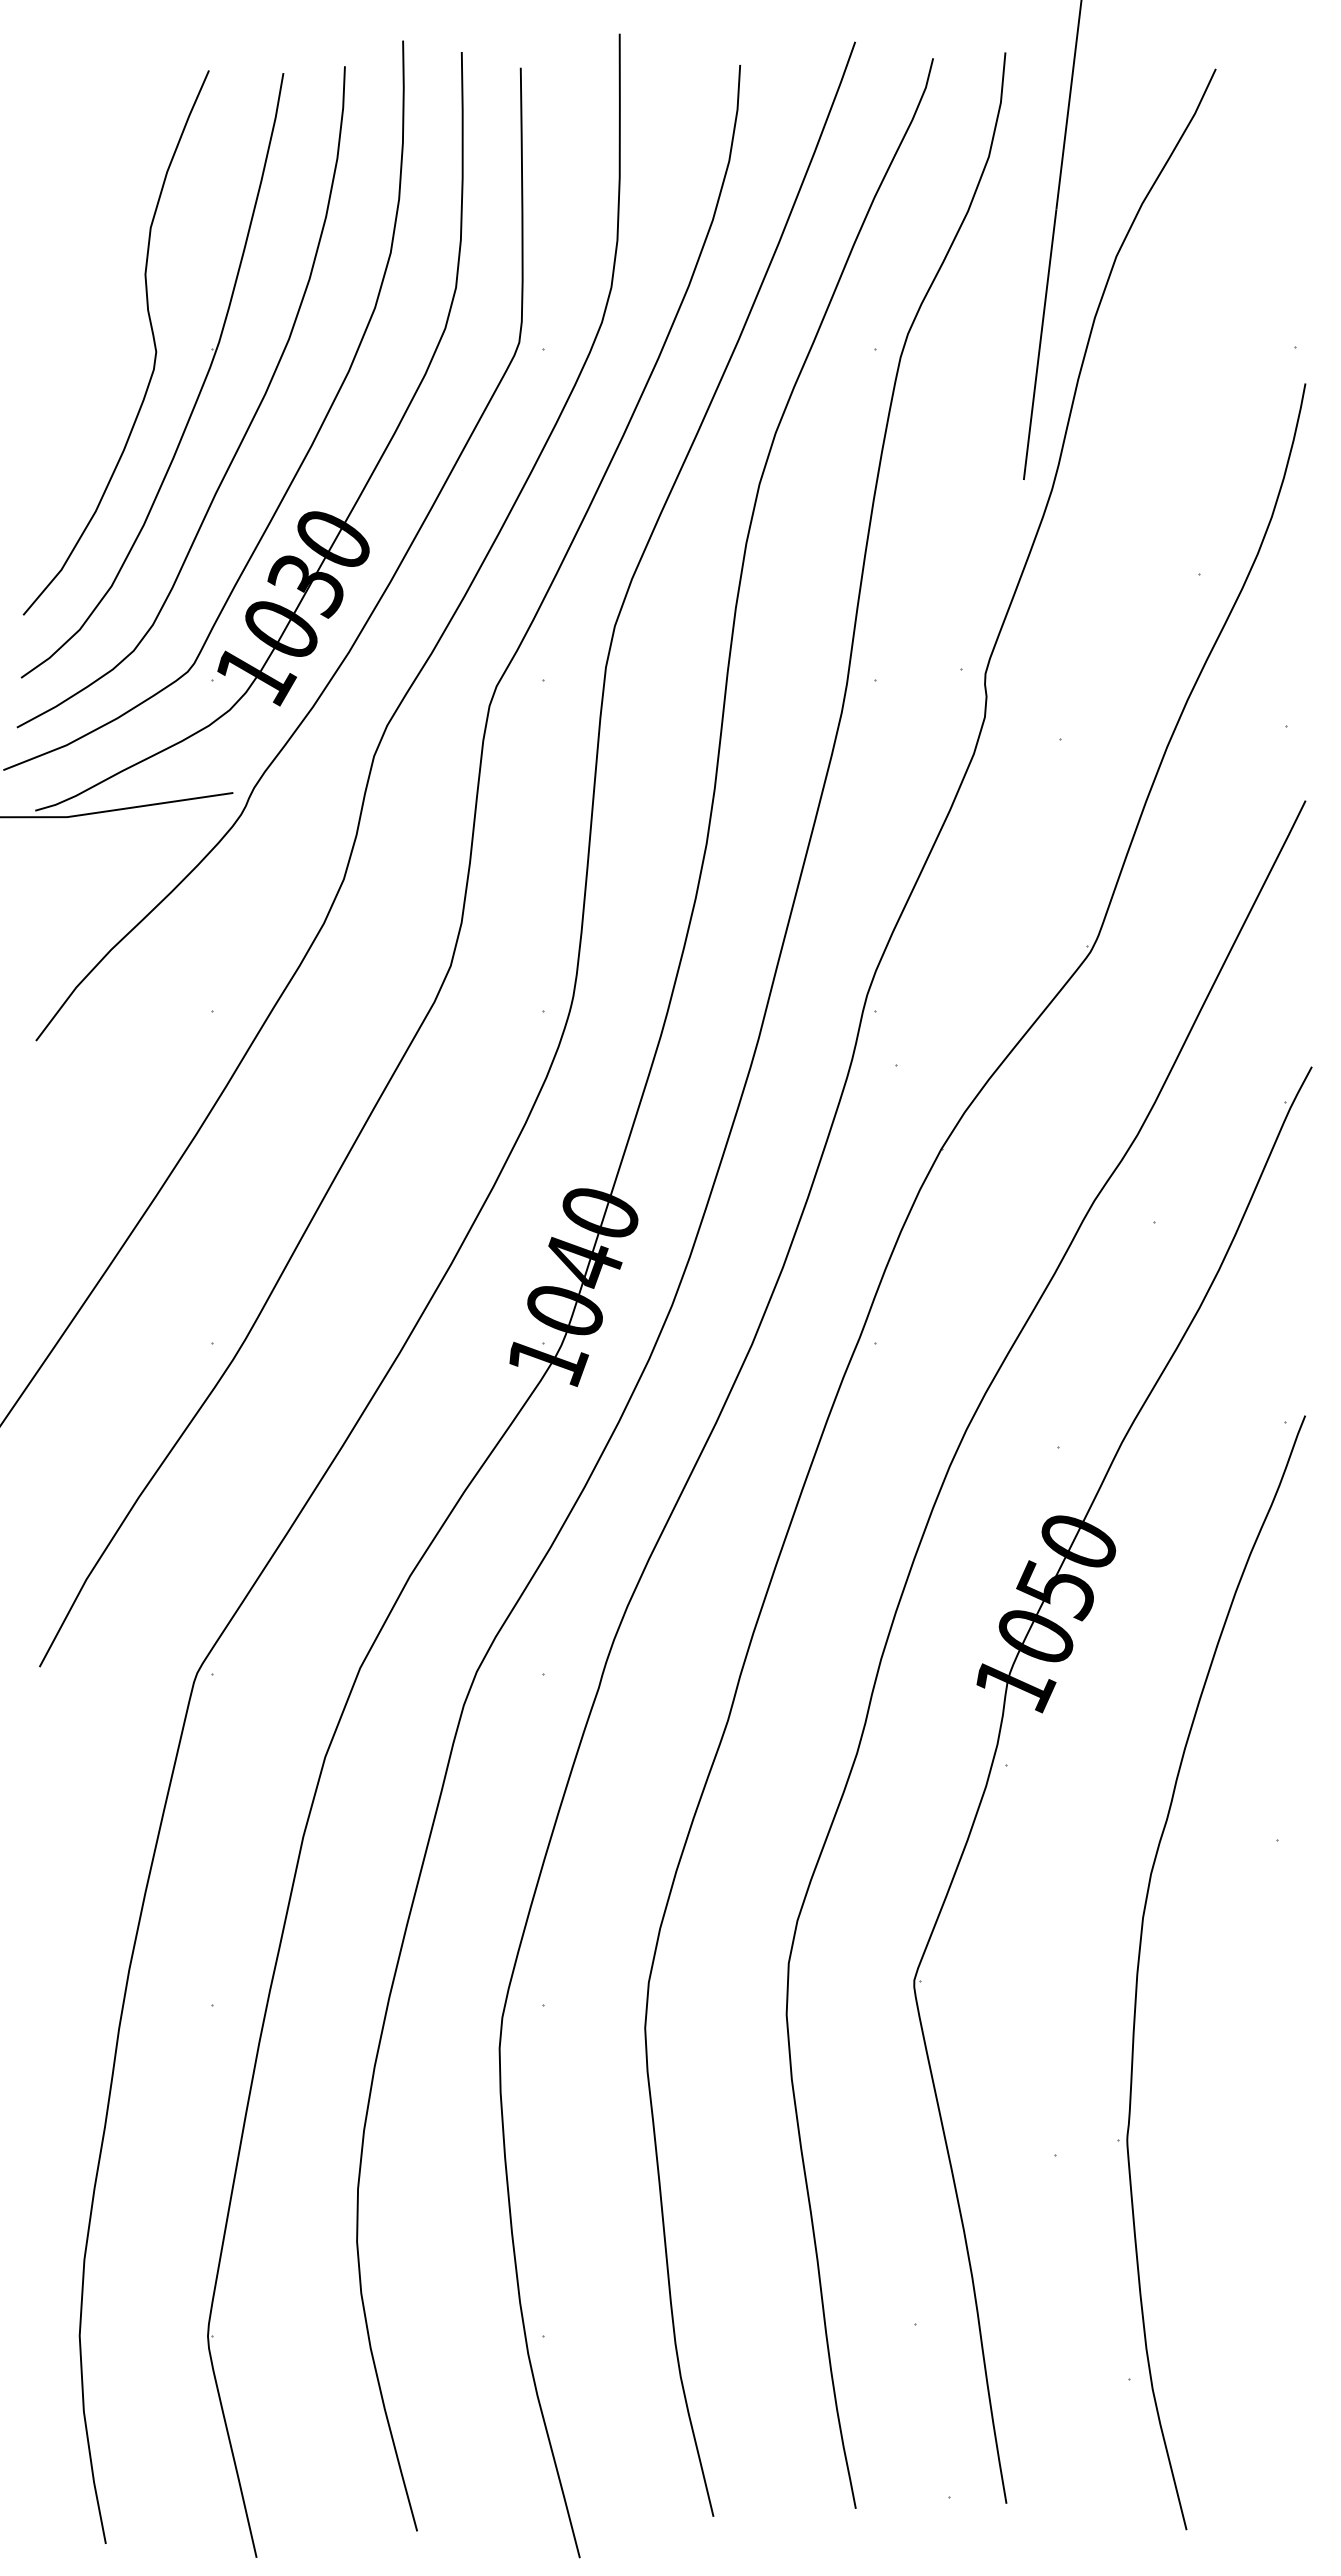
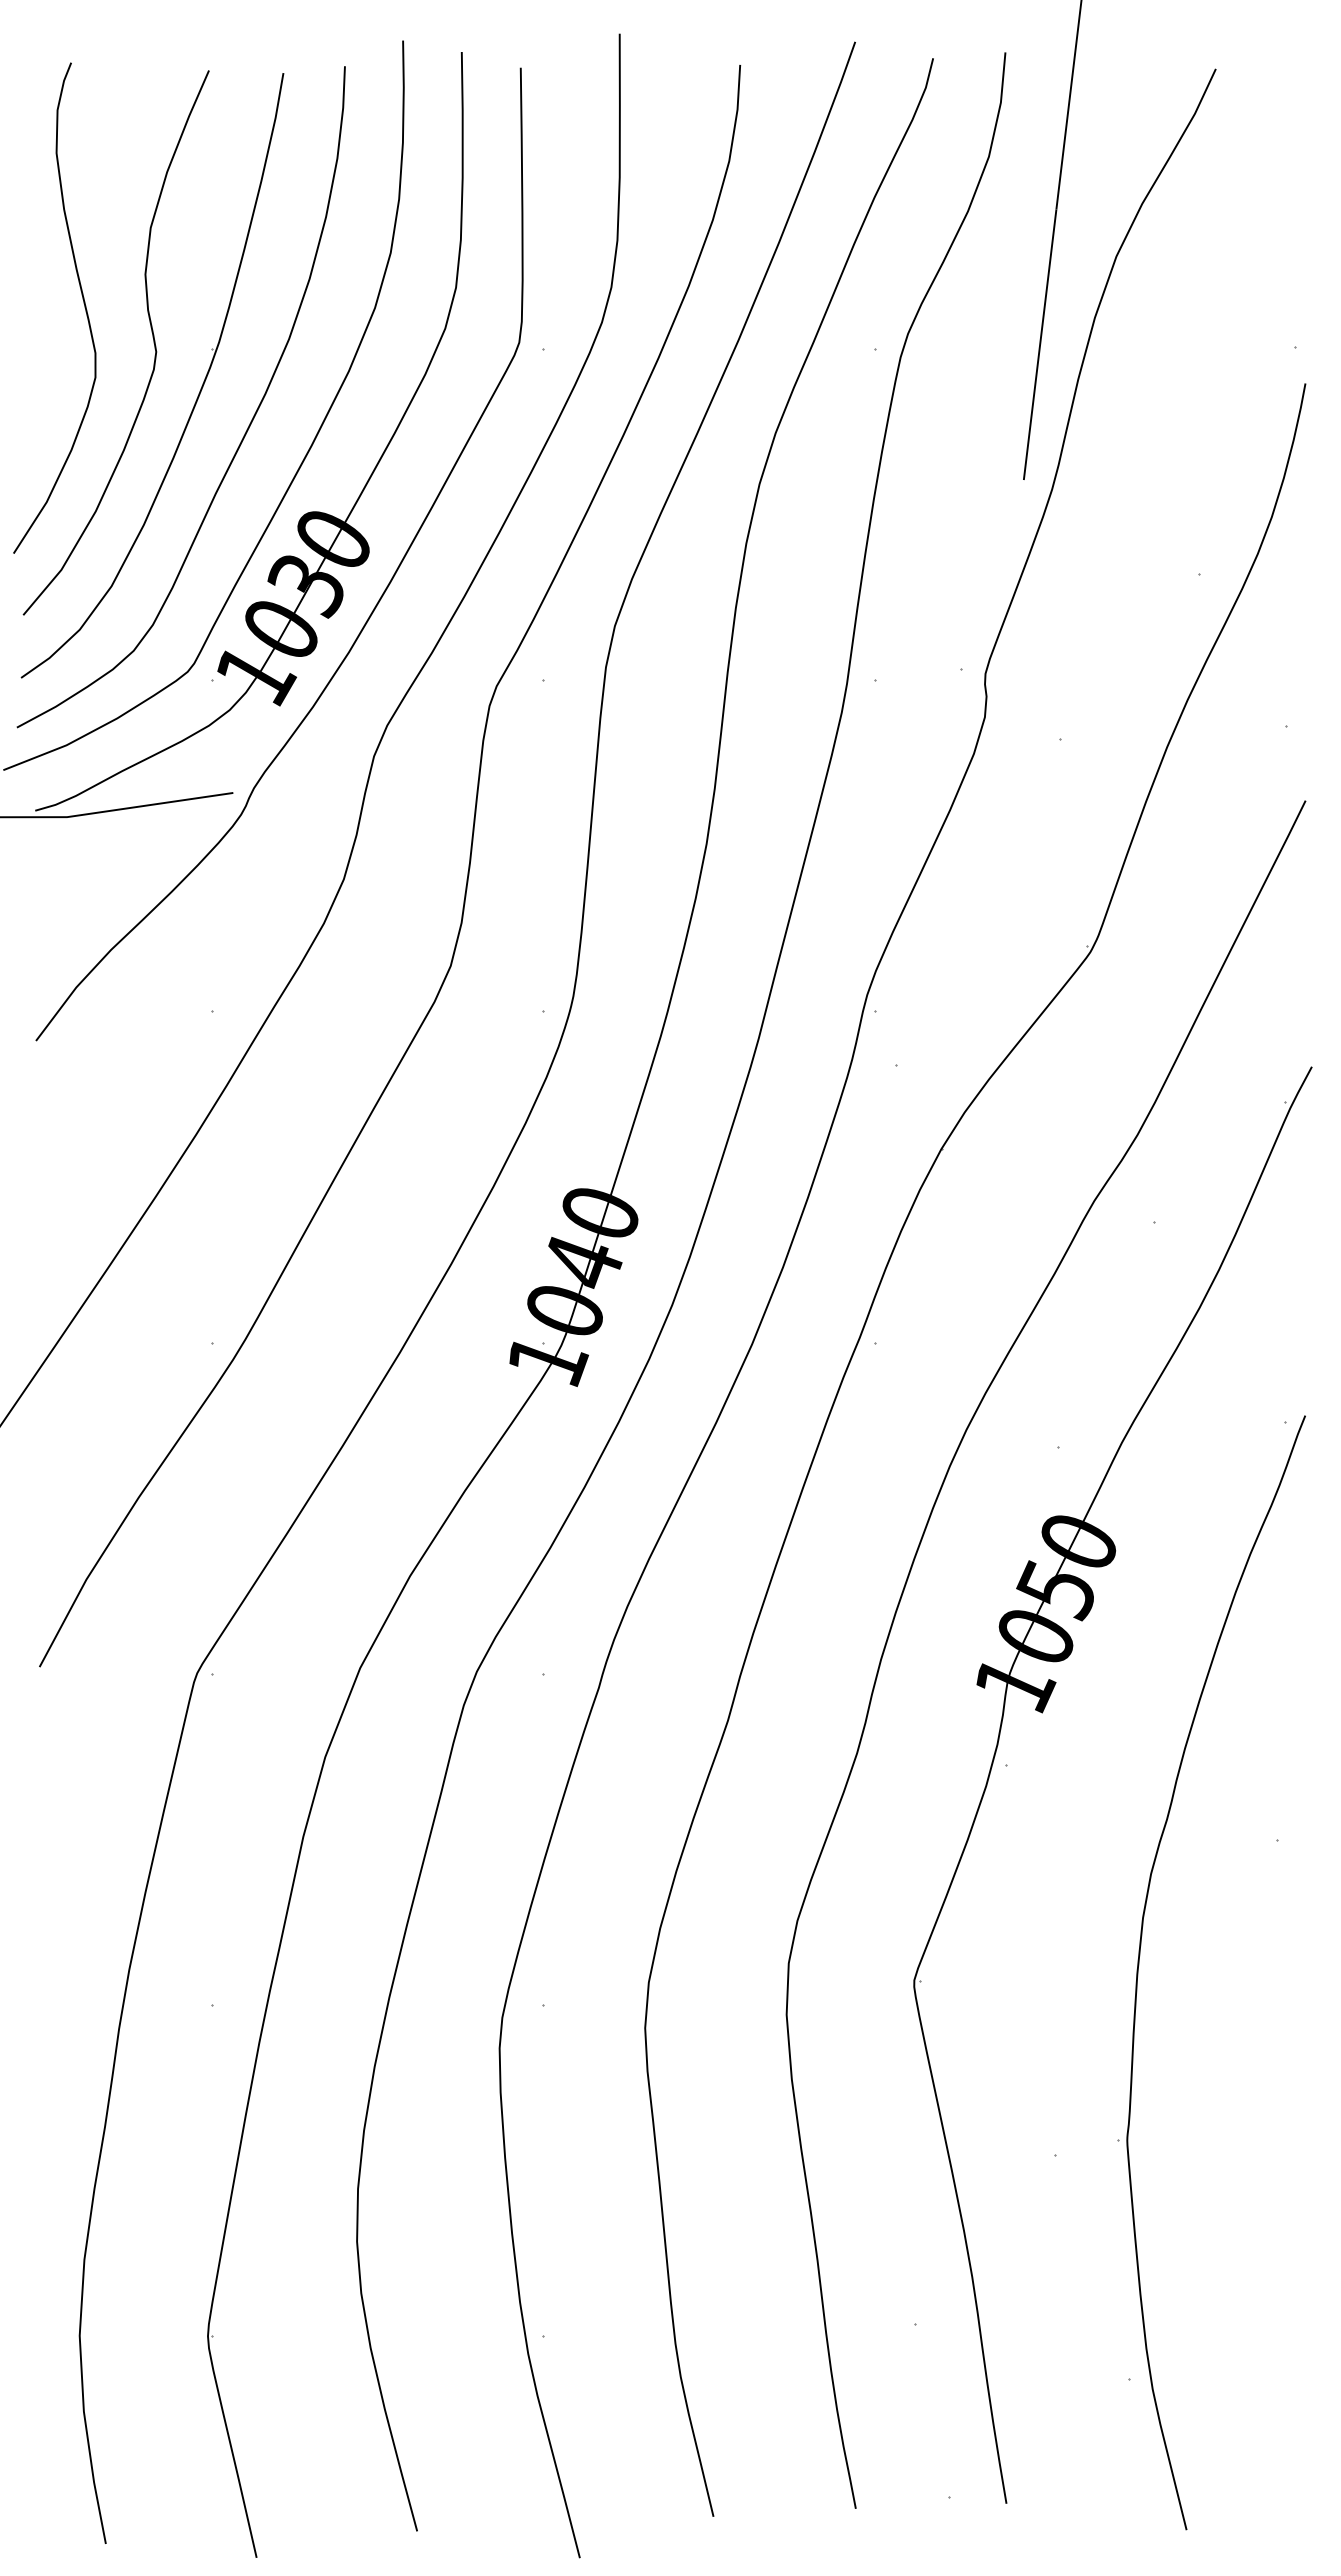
curve at (82, 299): none -> present
